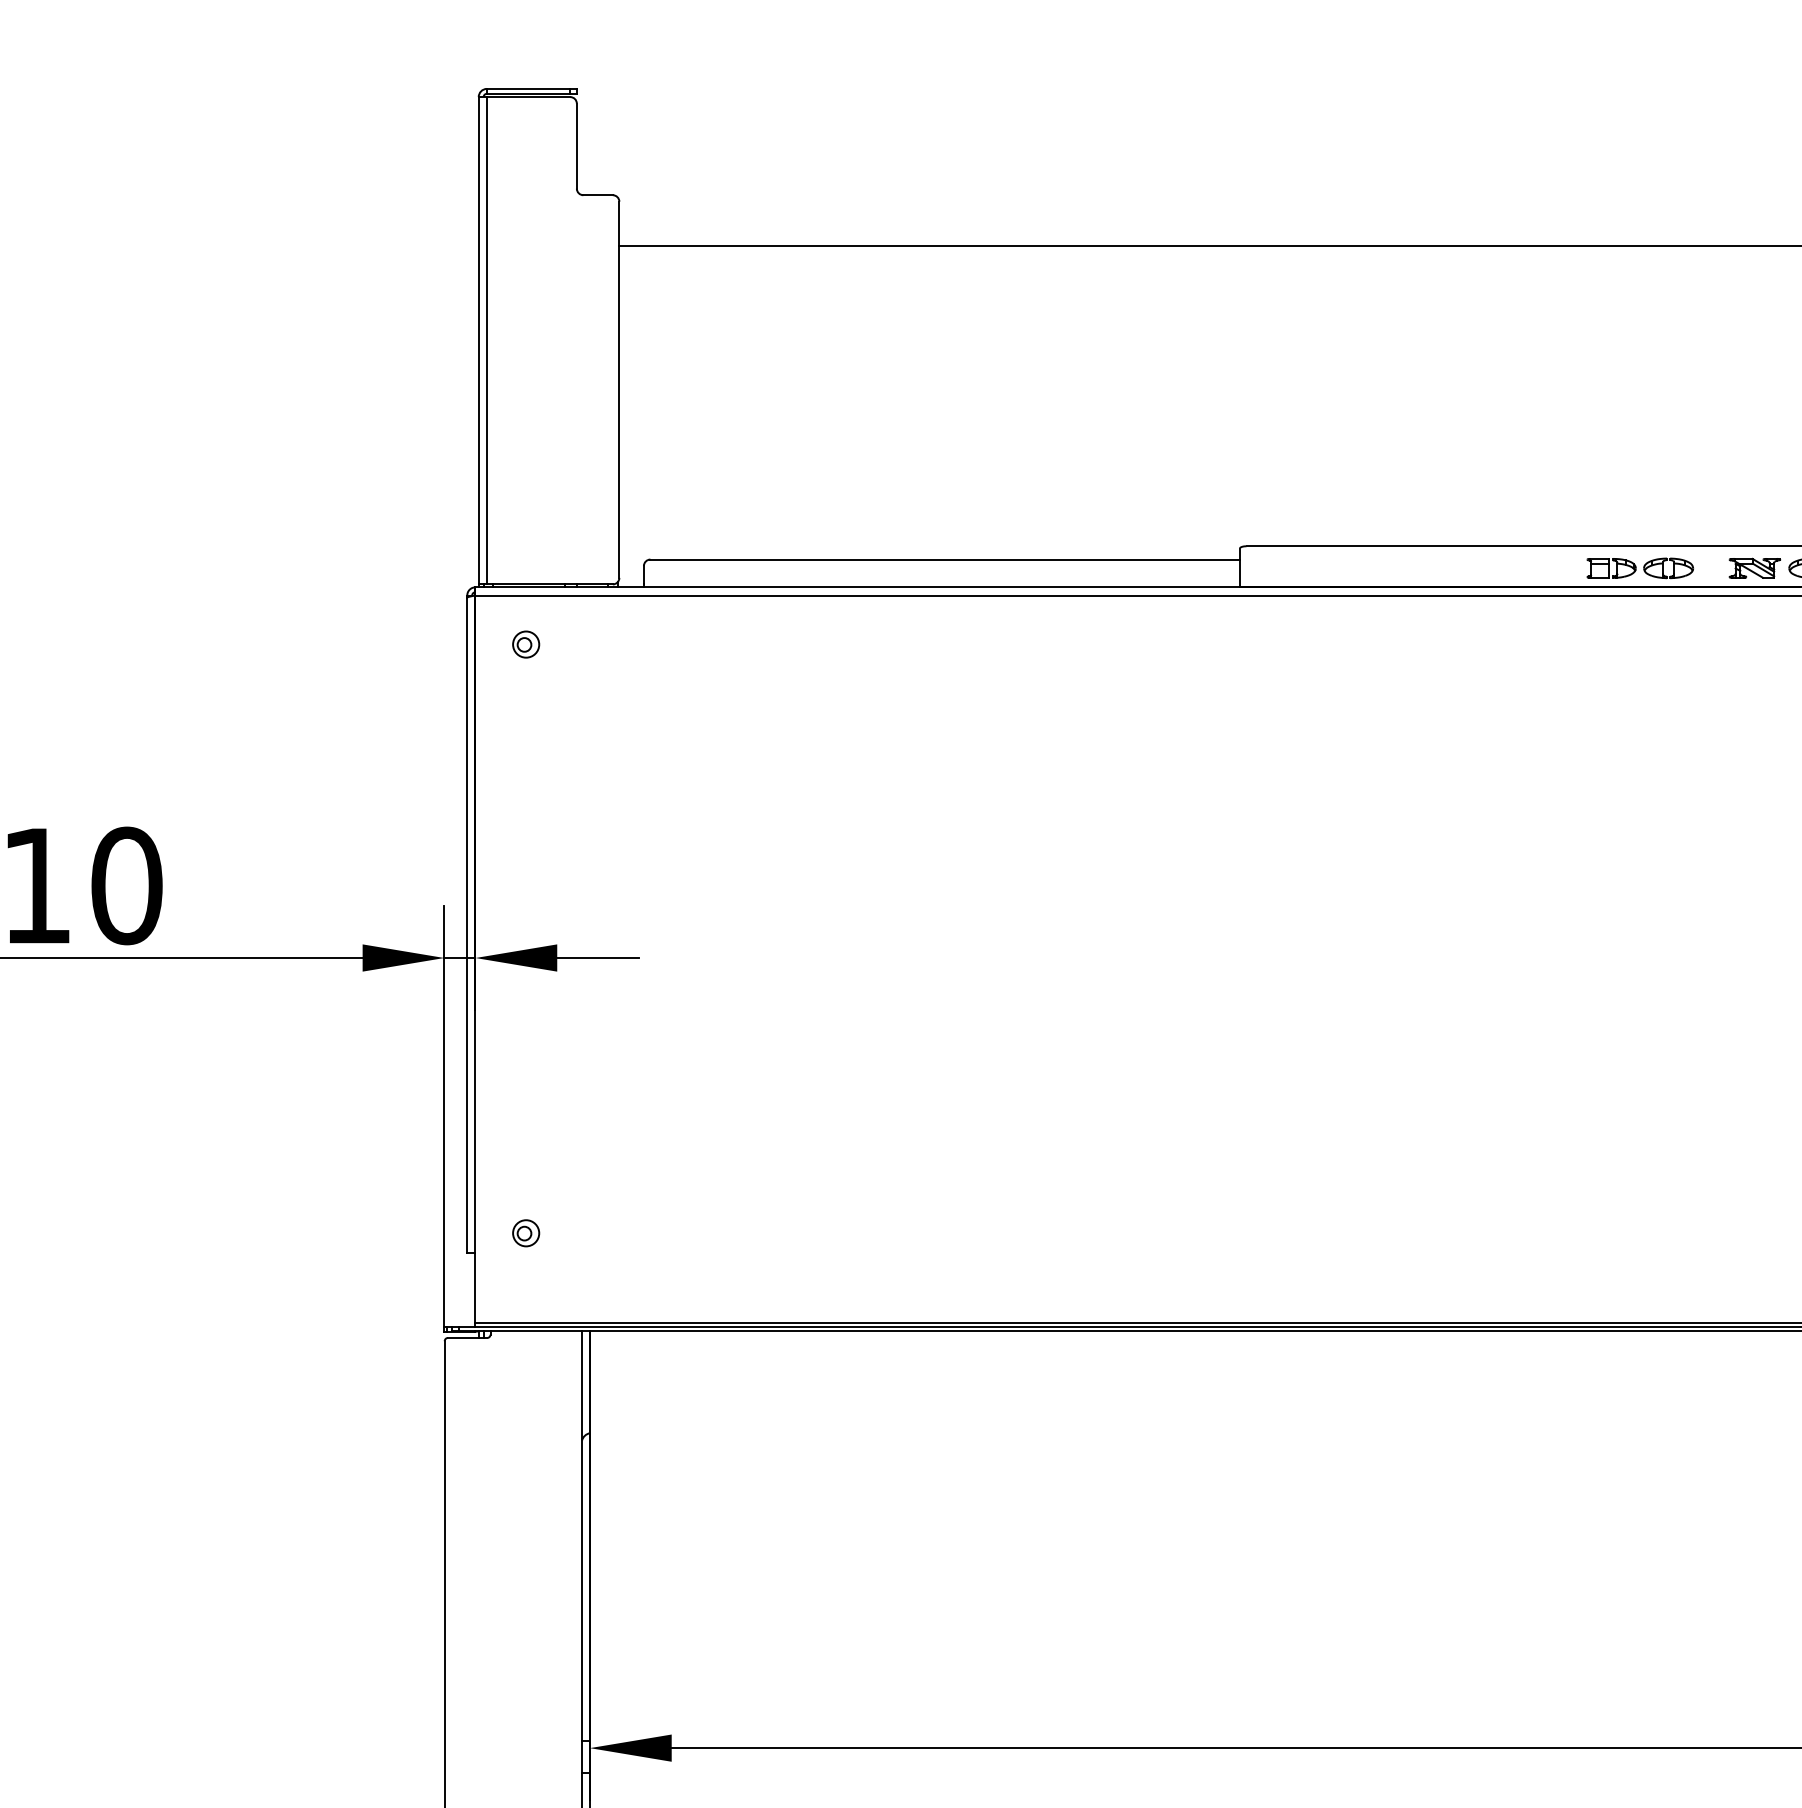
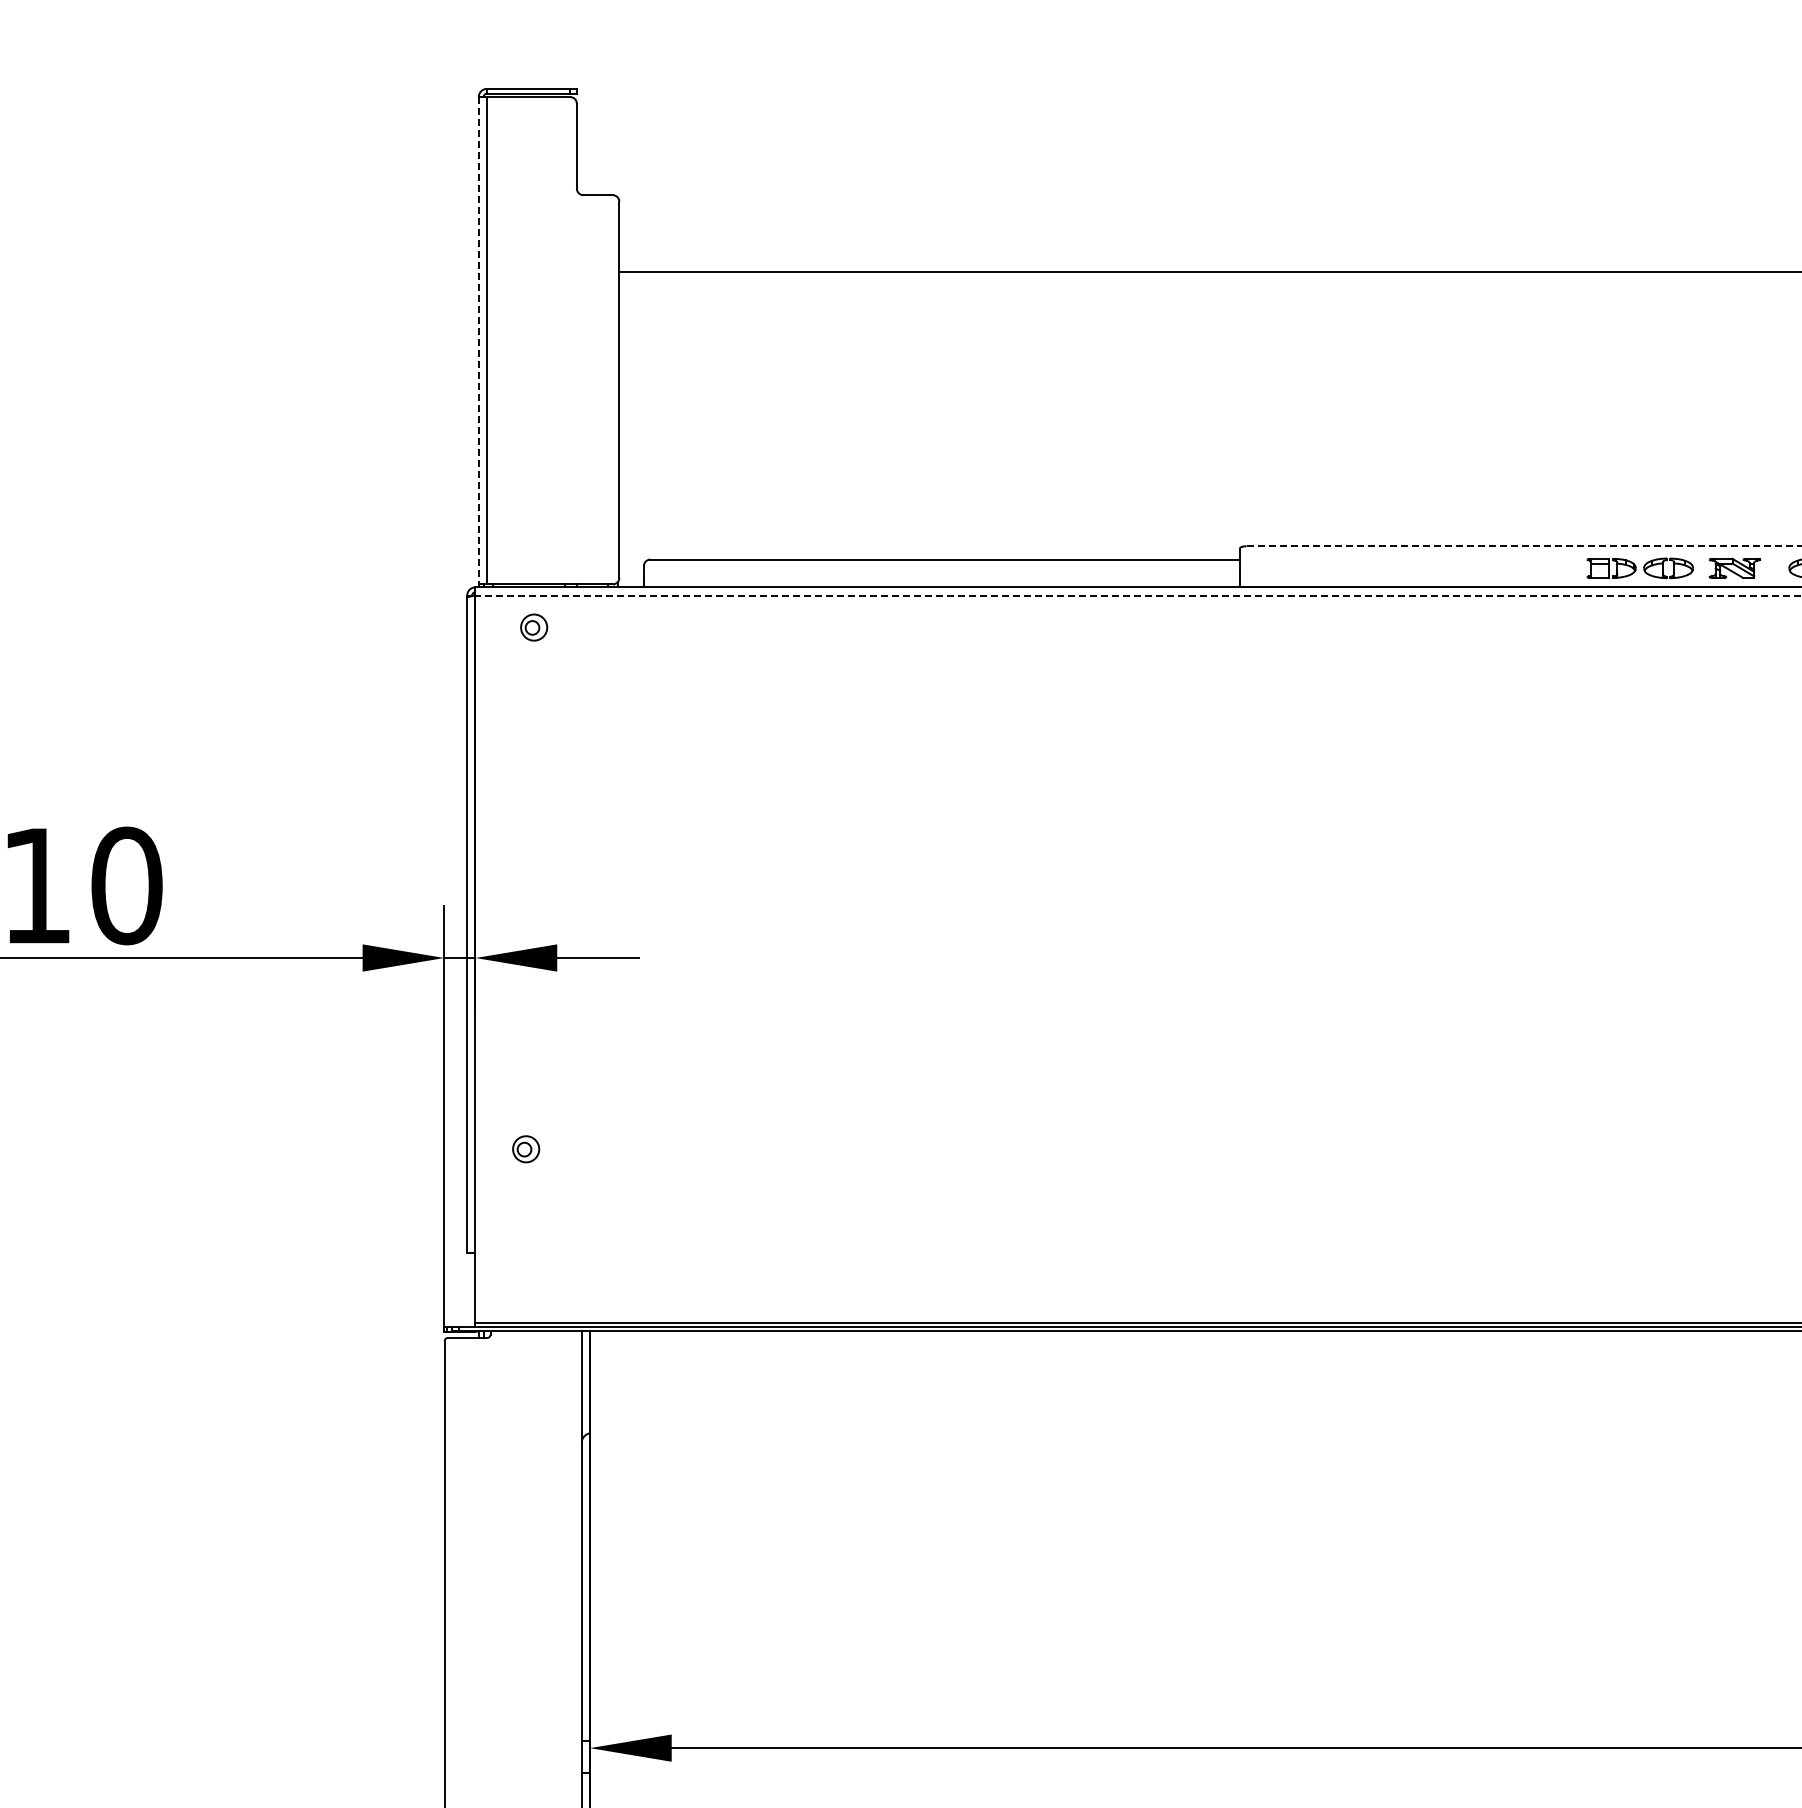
line at (1208, 245) position: (1208, 245) -> (1208, 271)
line at (478, 340): solid -> dashed
line at (1524, 546): solid -> dashed
part at (1754, 567) position: (1754, 567) -> (1734, 567)
line at (1138, 595): solid -> dashed
part at (526, 644) position: (526, 644) -> (534, 627)
part at (526, 1233) position: (526, 1233) -> (526, 1149)
